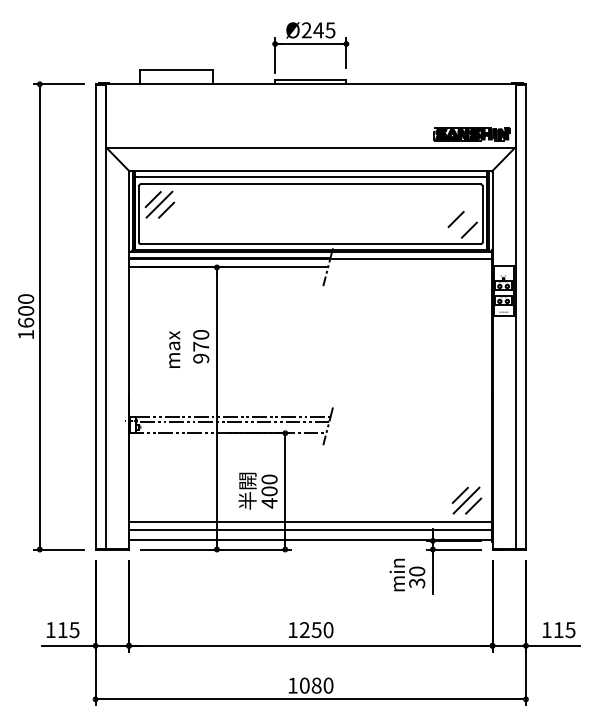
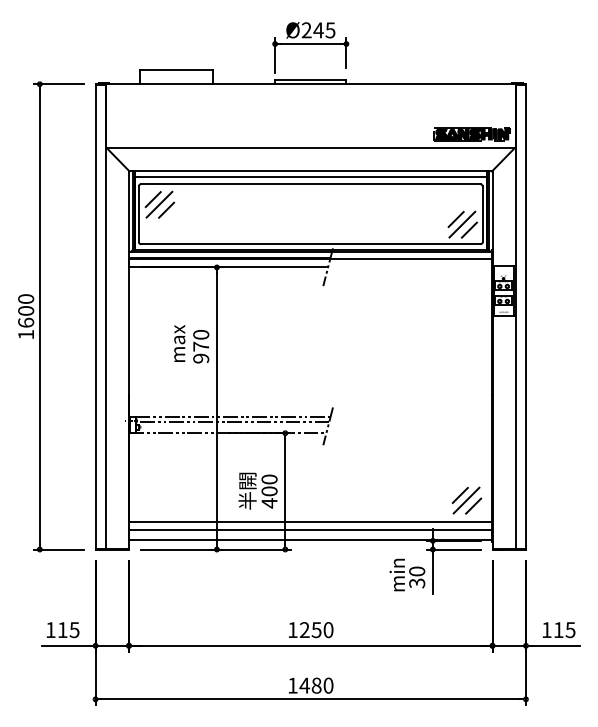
line at (462, 224): none -> present
text at (174, 349) position: (174, 349) -> (179, 343)
text at (304, 685): 1080 -> 1480
